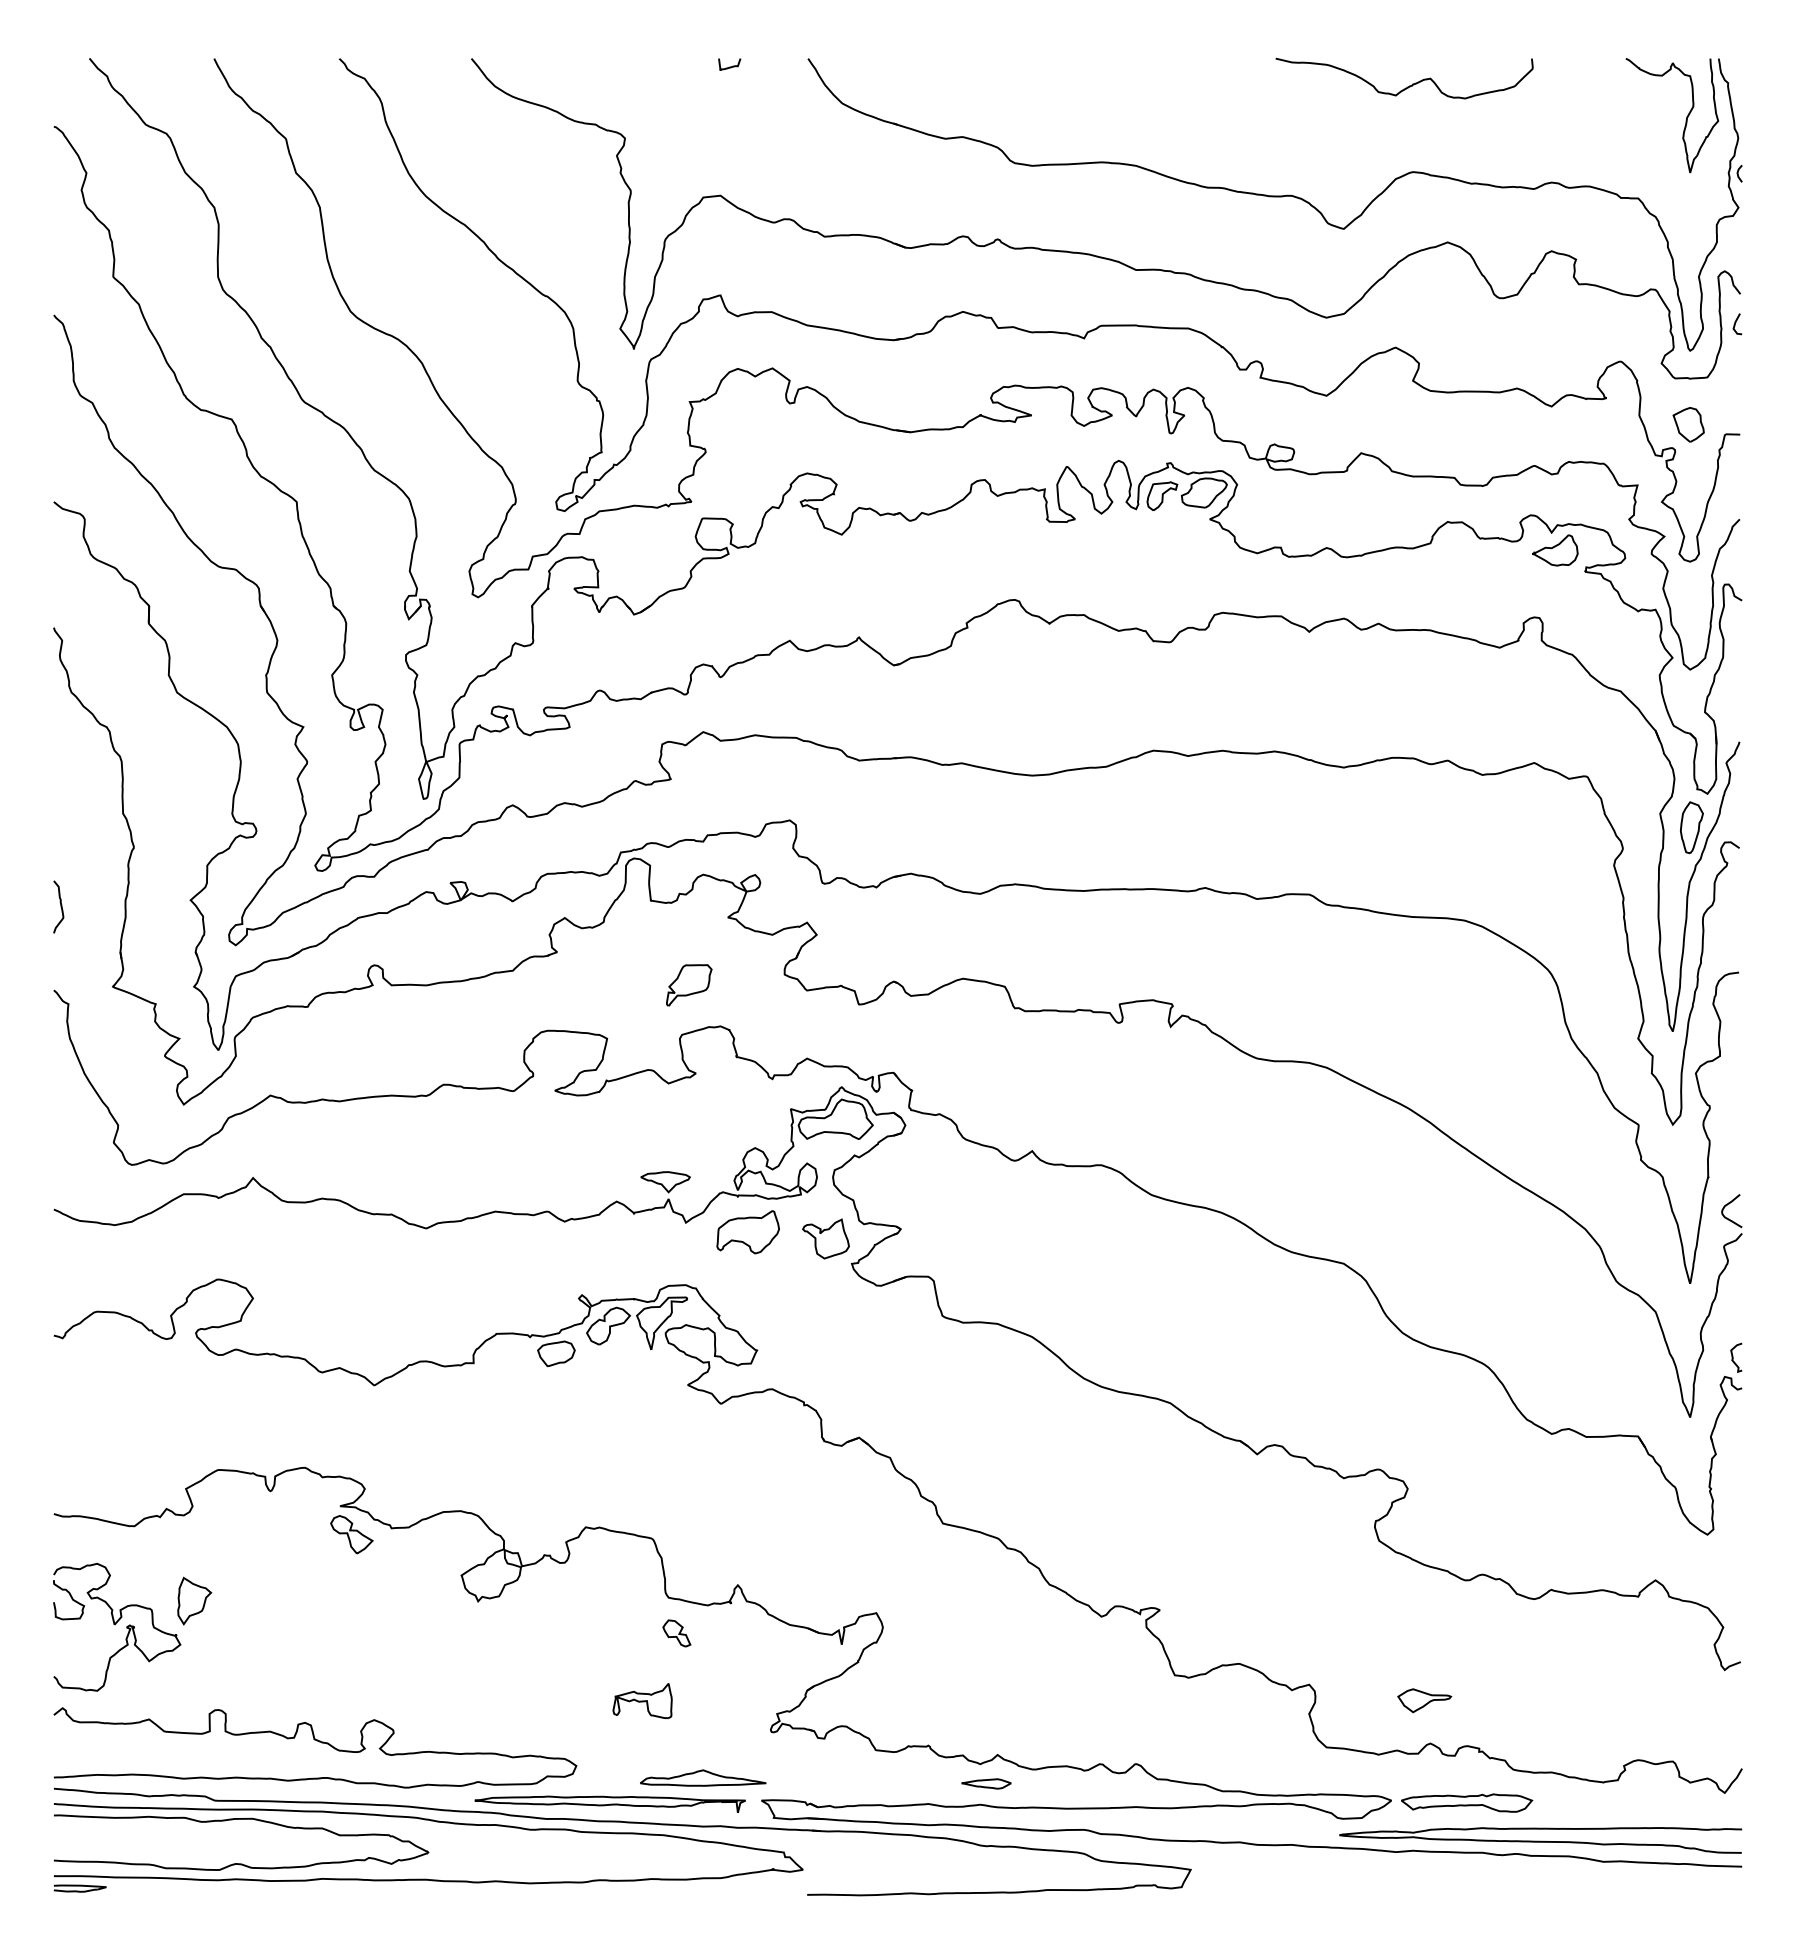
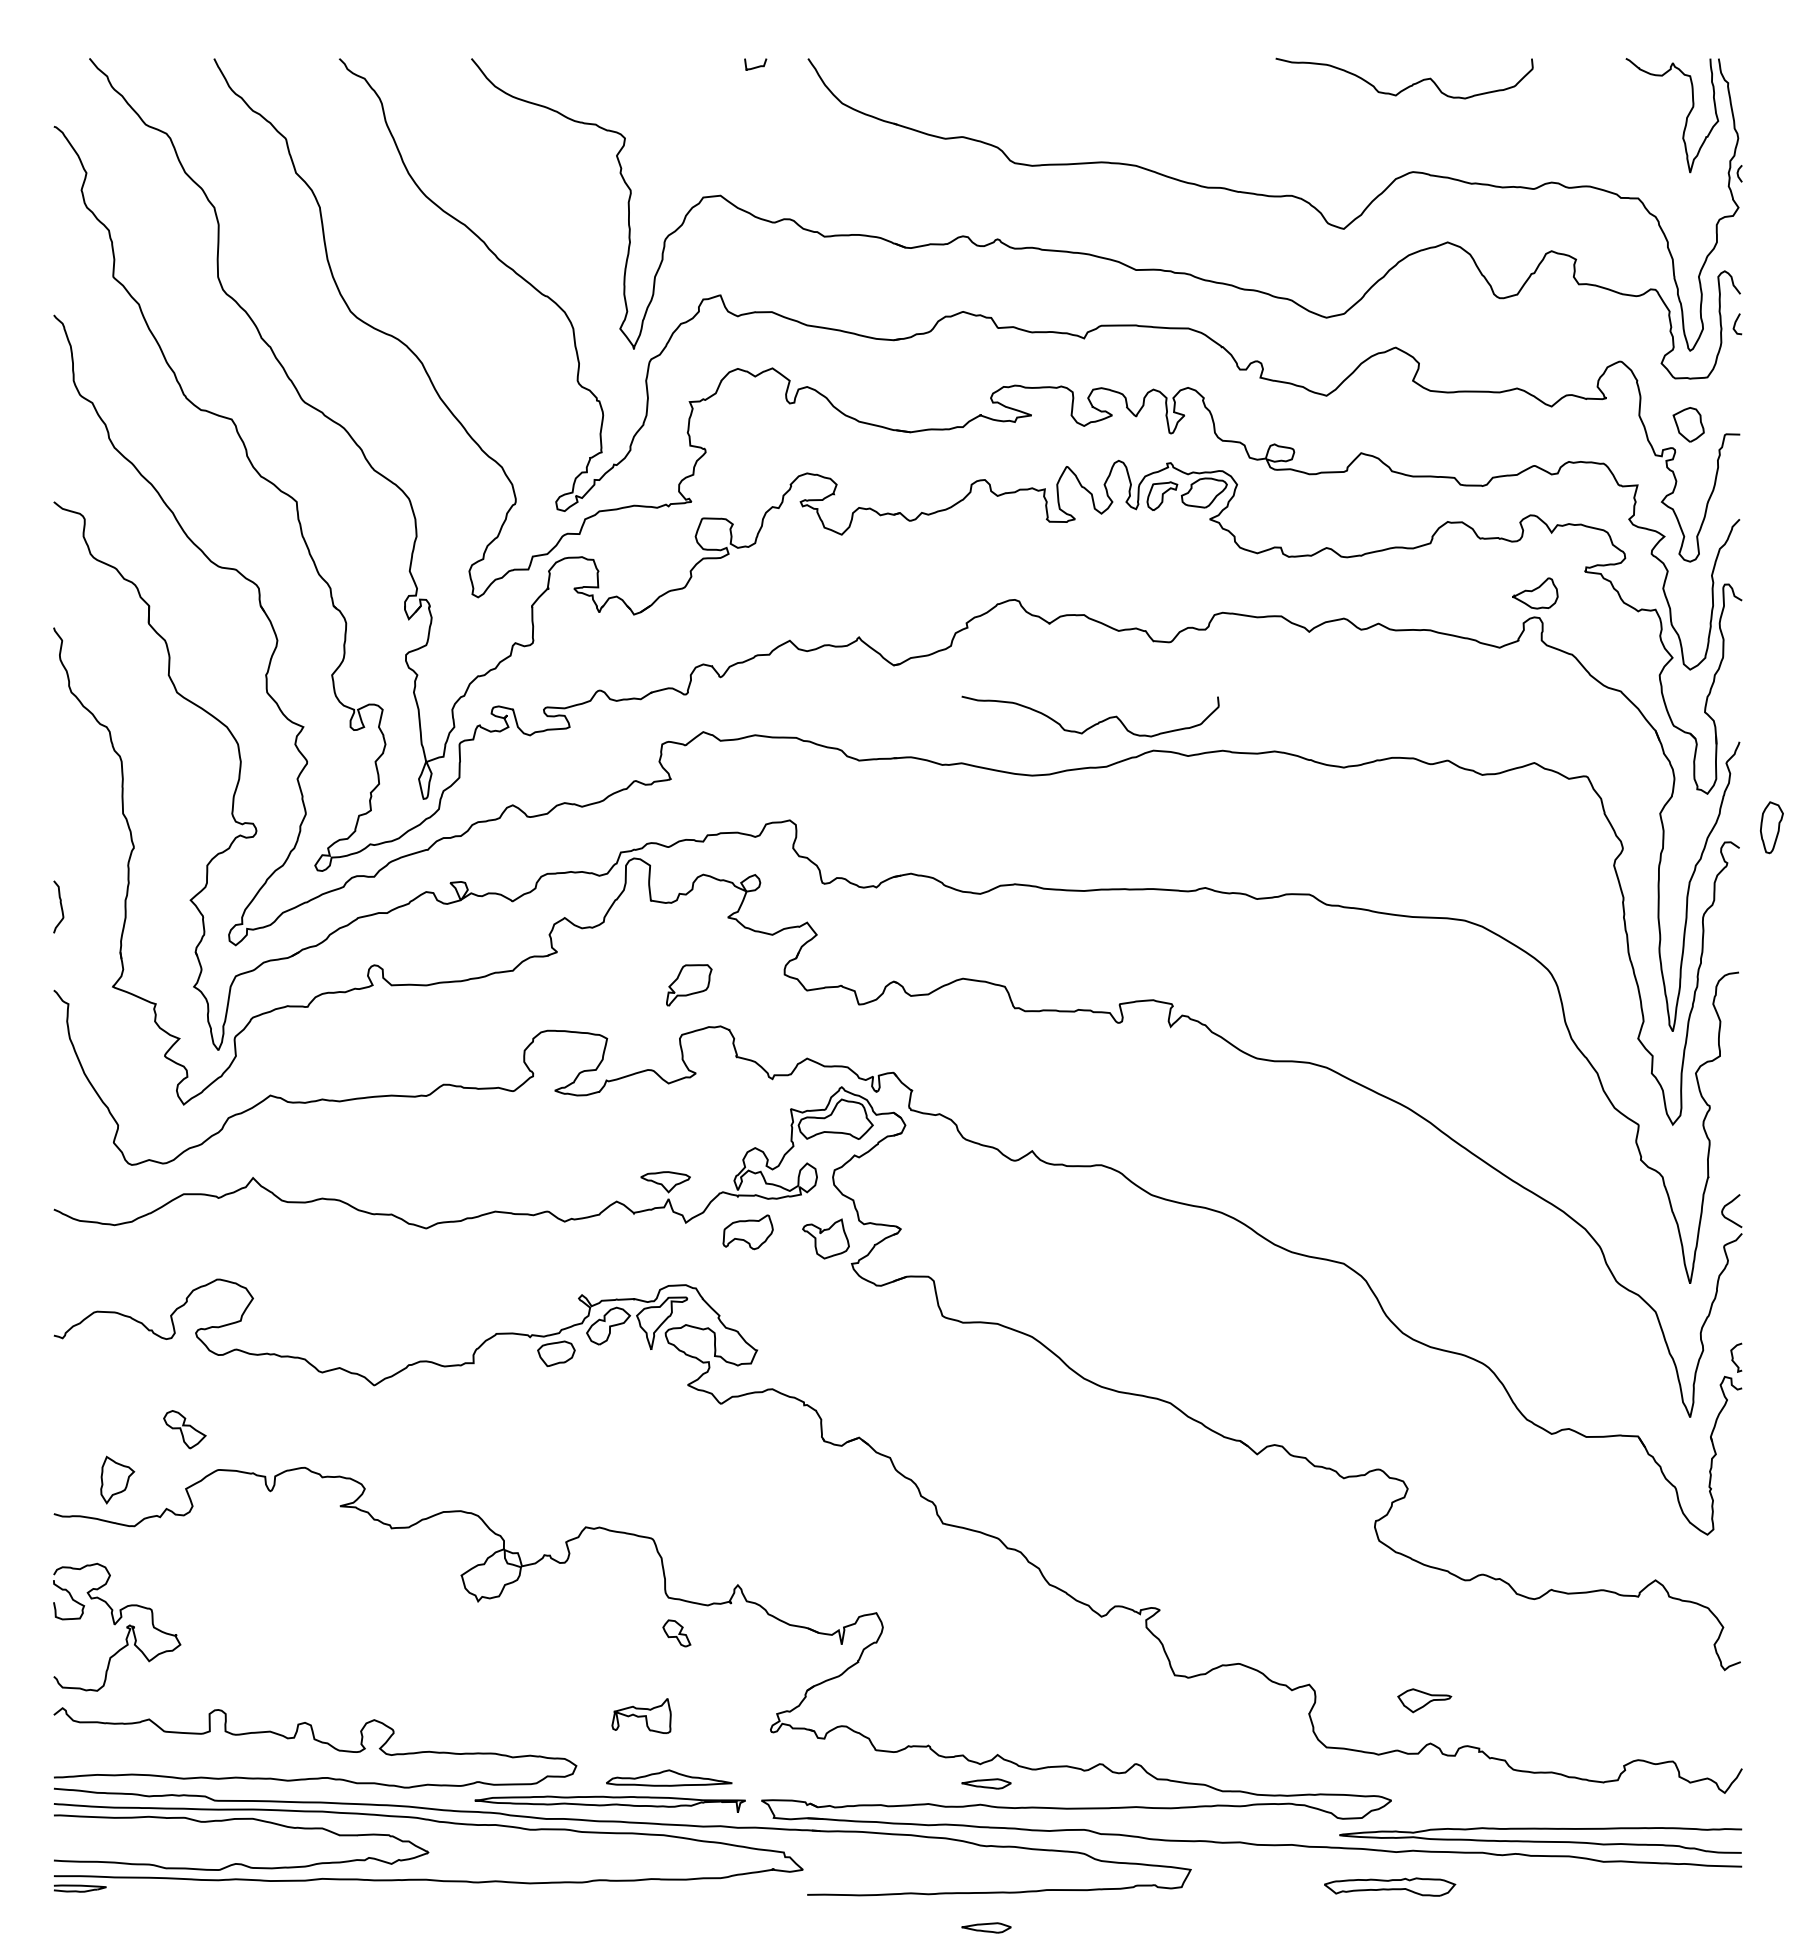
curve at (729, 66) position: (729, 66) -> (755, 66)
part at (1555, 550) position: (1555, 550) -> (1535, 593)
curve at (1093, 724): none -> present
part at (1691, 827) position: (1691, 827) -> (1771, 827)
part at (747, 1232) size: 64x45 px -> 52x37 px
part at (351, 1534) position: (351, 1534) -> (184, 1429)
part at (194, 1600) position: (194, 1600) -> (117, 1479)
part at (642, 1700) position: (642, 1700) -> (641, 1715)
part at (703, 1777) position: (703, 1777) -> (669, 1777)
part at (1467, 1802) position: (1467, 1802) -> (1390, 1886)
part at (986, 1927): none -> present
